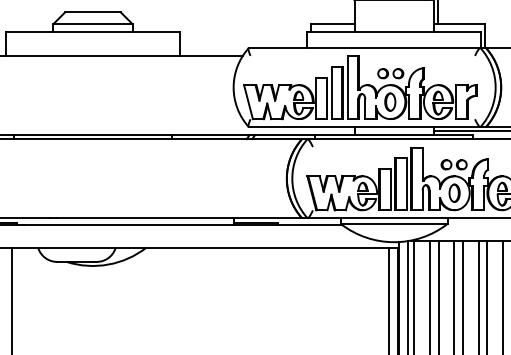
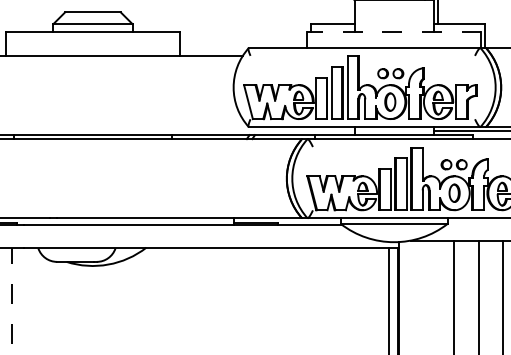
line at (393, 32): solid -> dashed
line at (414, 295): present -> none
line at (429, 295): present -> none
line at (438, 295): present -> none
line at (463, 295): present -> none
line at (487, 295): present -> none
line at (408, 296): present -> none
line at (11, 301): solid -> dashed
